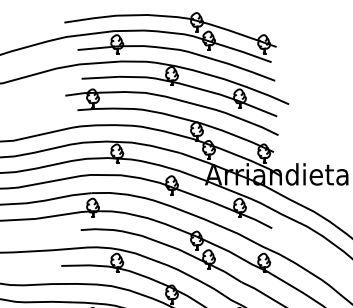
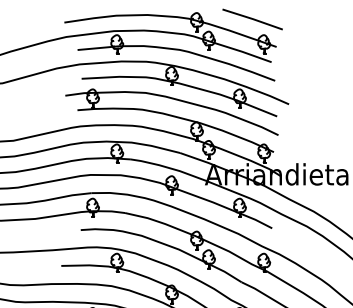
line at (252, 19): none -> present
